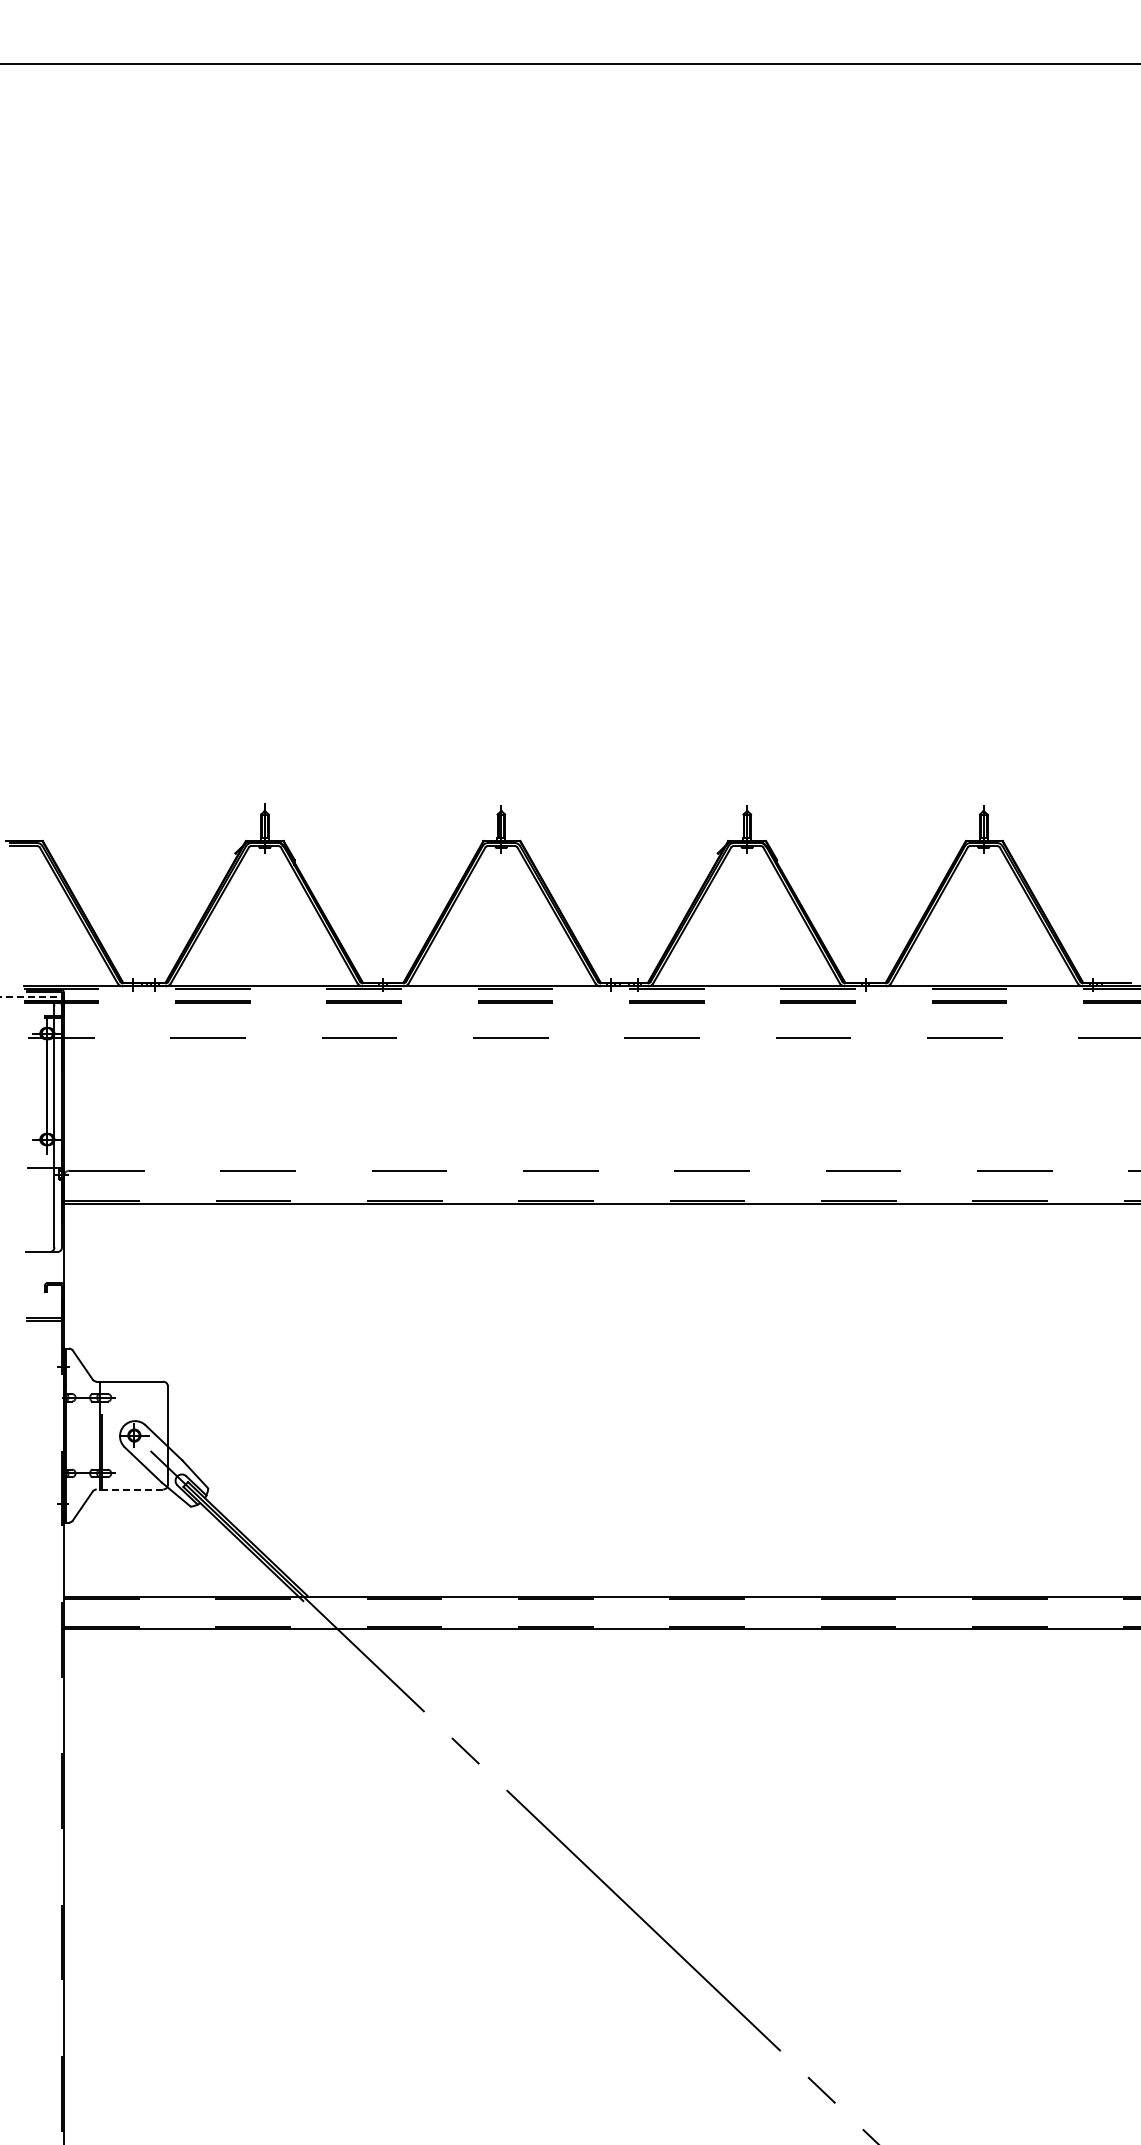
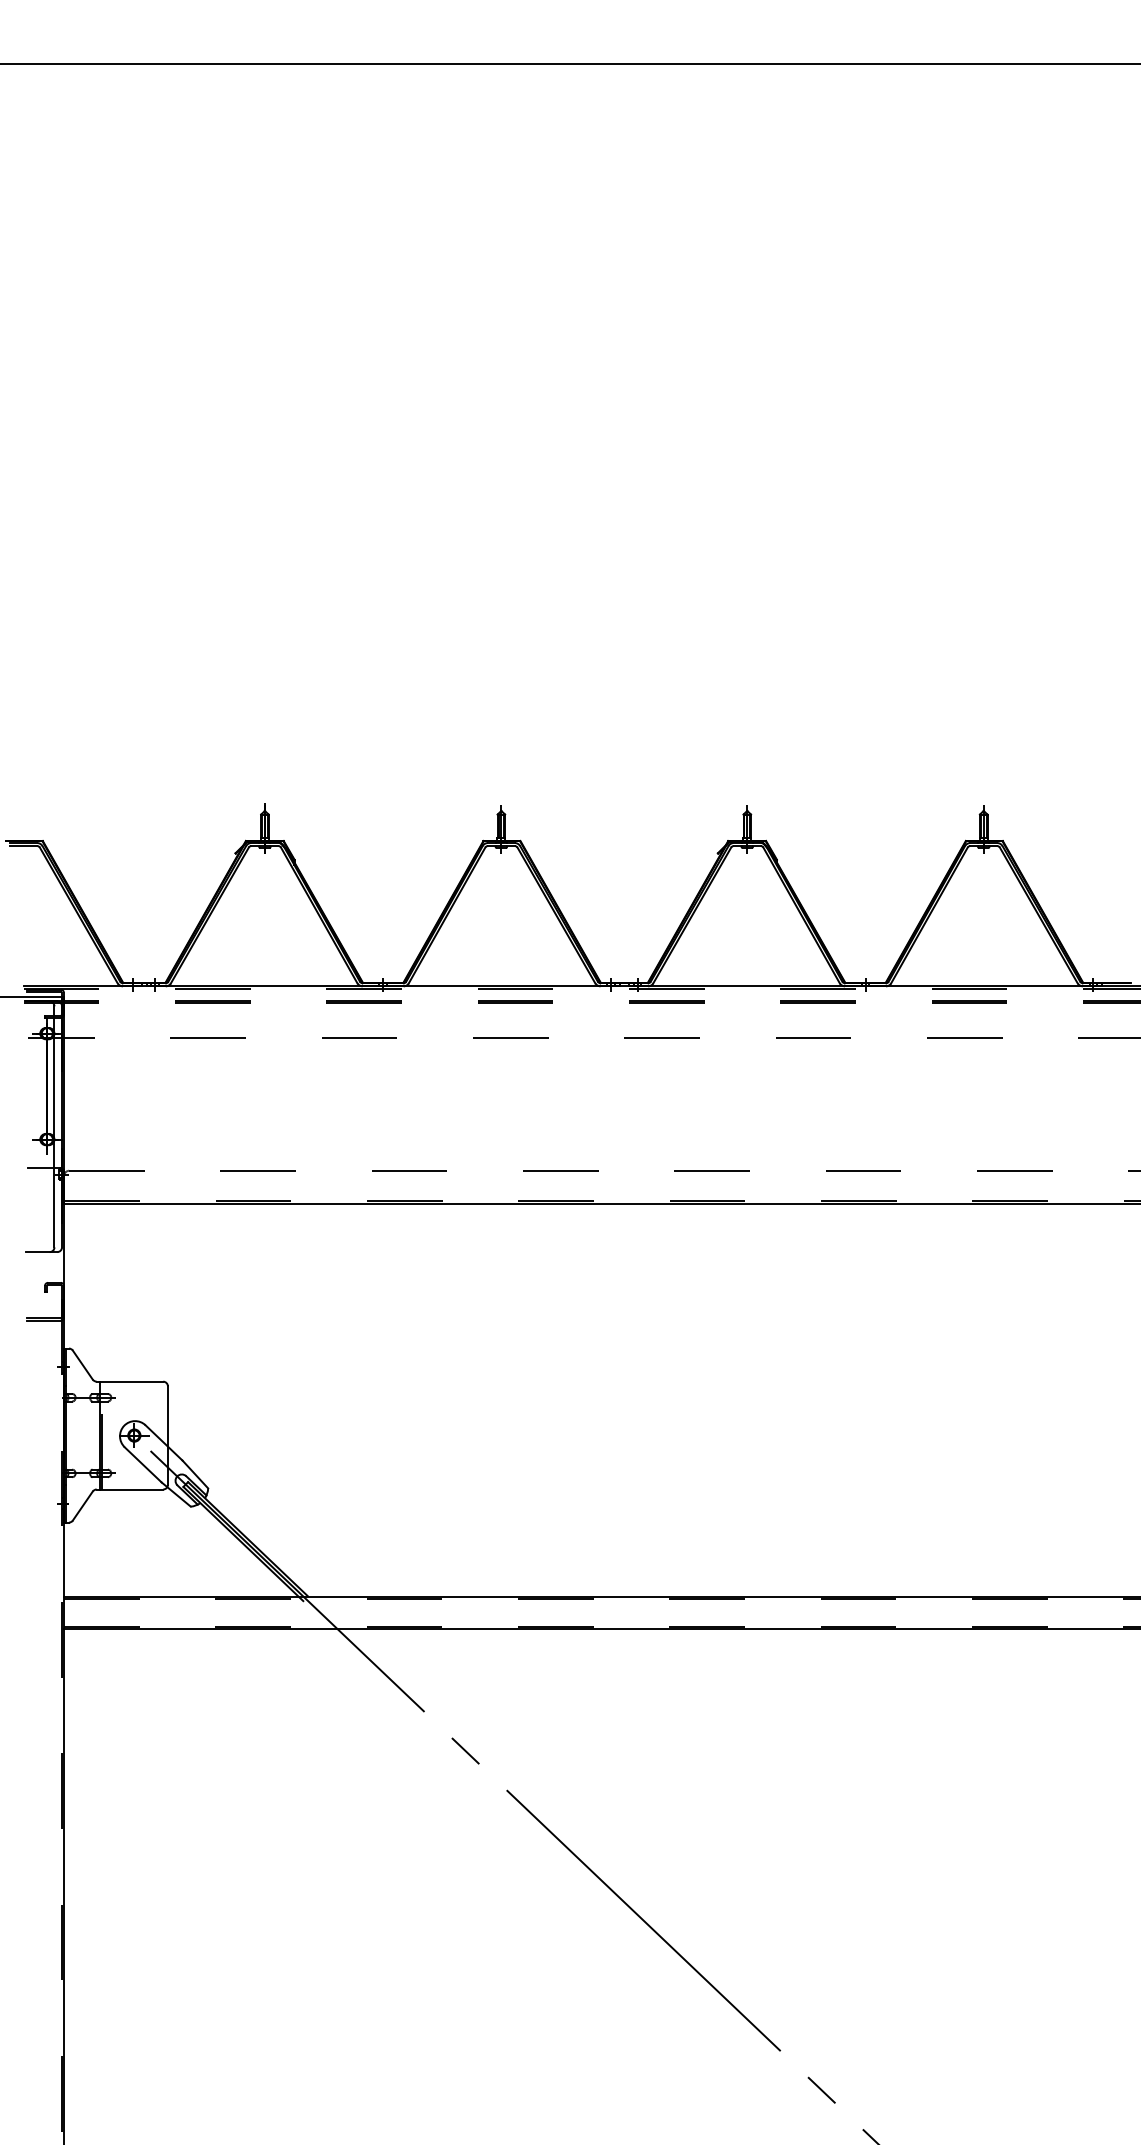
line at (32, 996): dashed -> solid
line at (129, 1489): dashed -> solid
